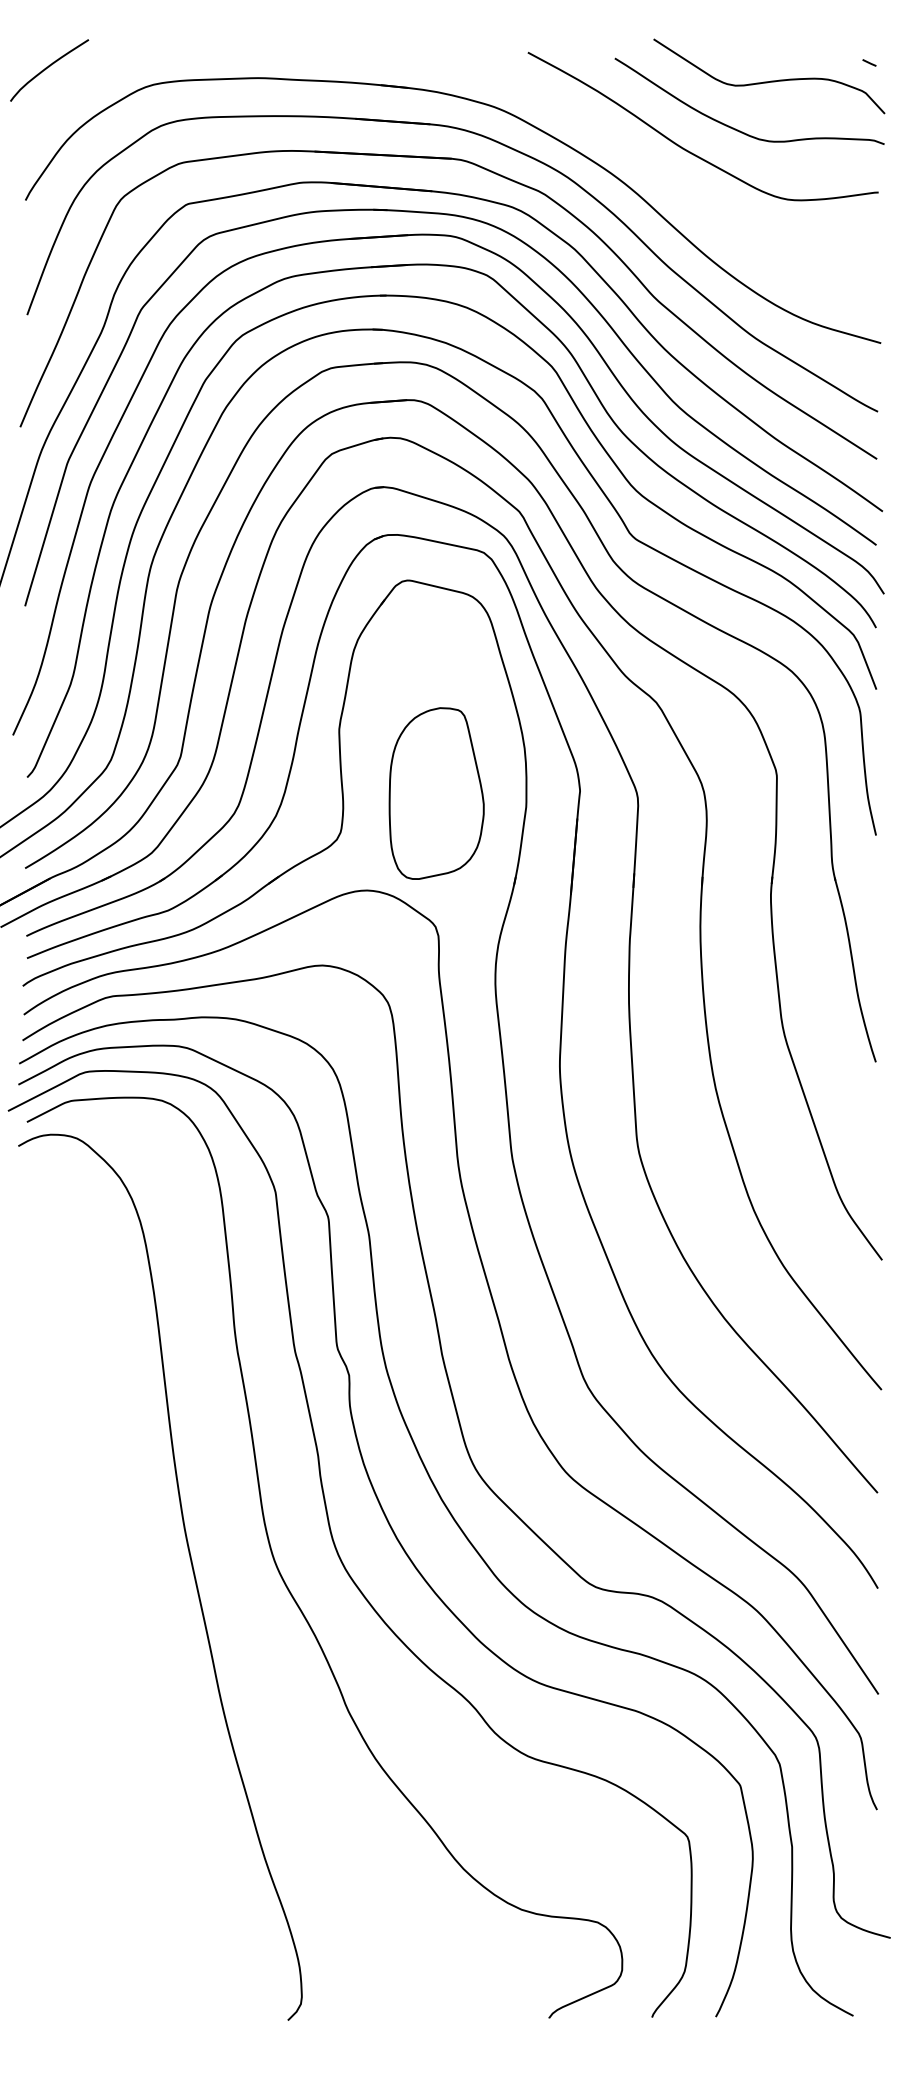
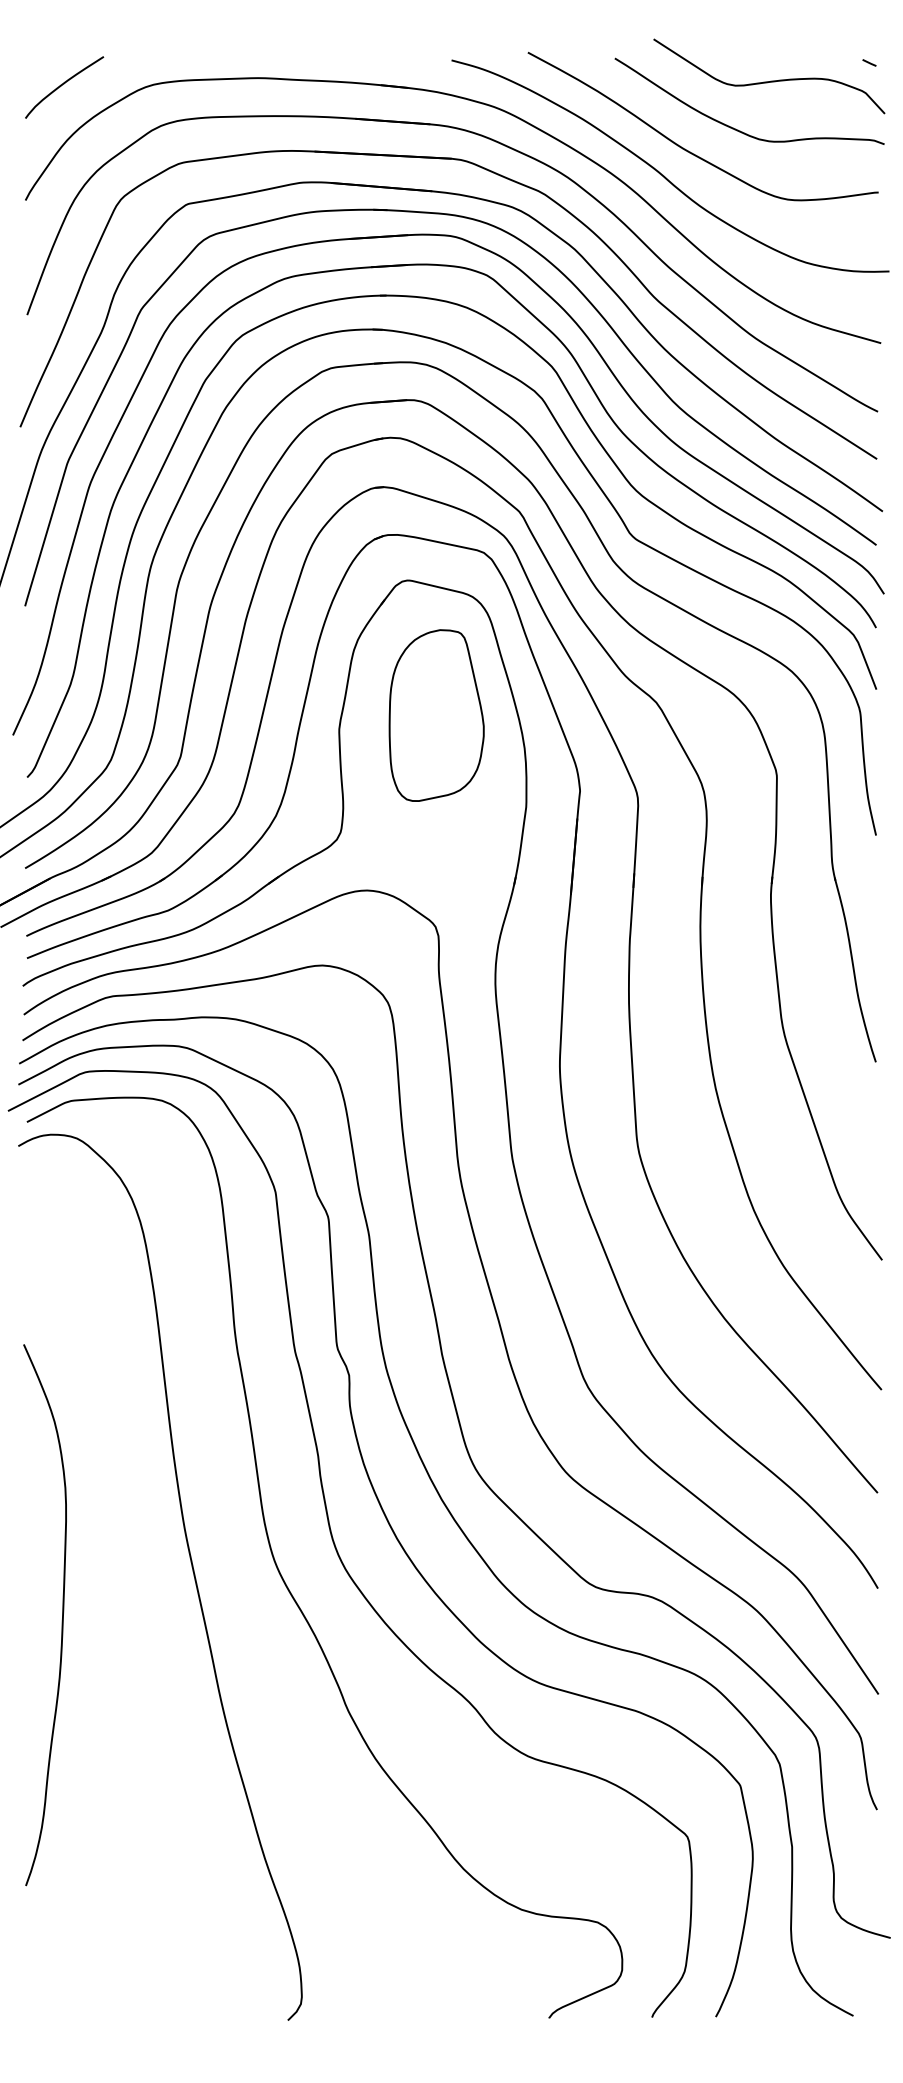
curve at (47, 68) position: (47, 68) -> (62, 85)
curve at (664, 175): none -> present
part at (436, 793) position: (436, 793) -> (436, 715)
curve at (61, 1620): none -> present
